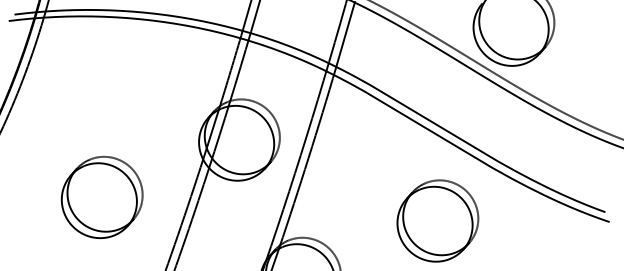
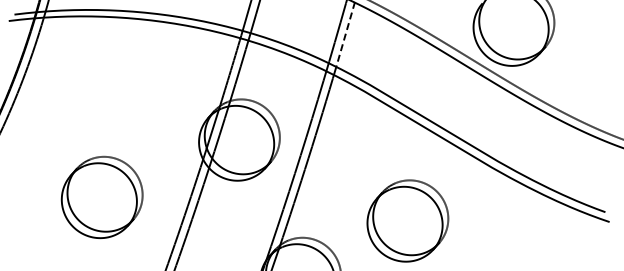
line at (345, 34): solid -> dashed
part at (437, 220) position: (437, 220) -> (407, 220)
